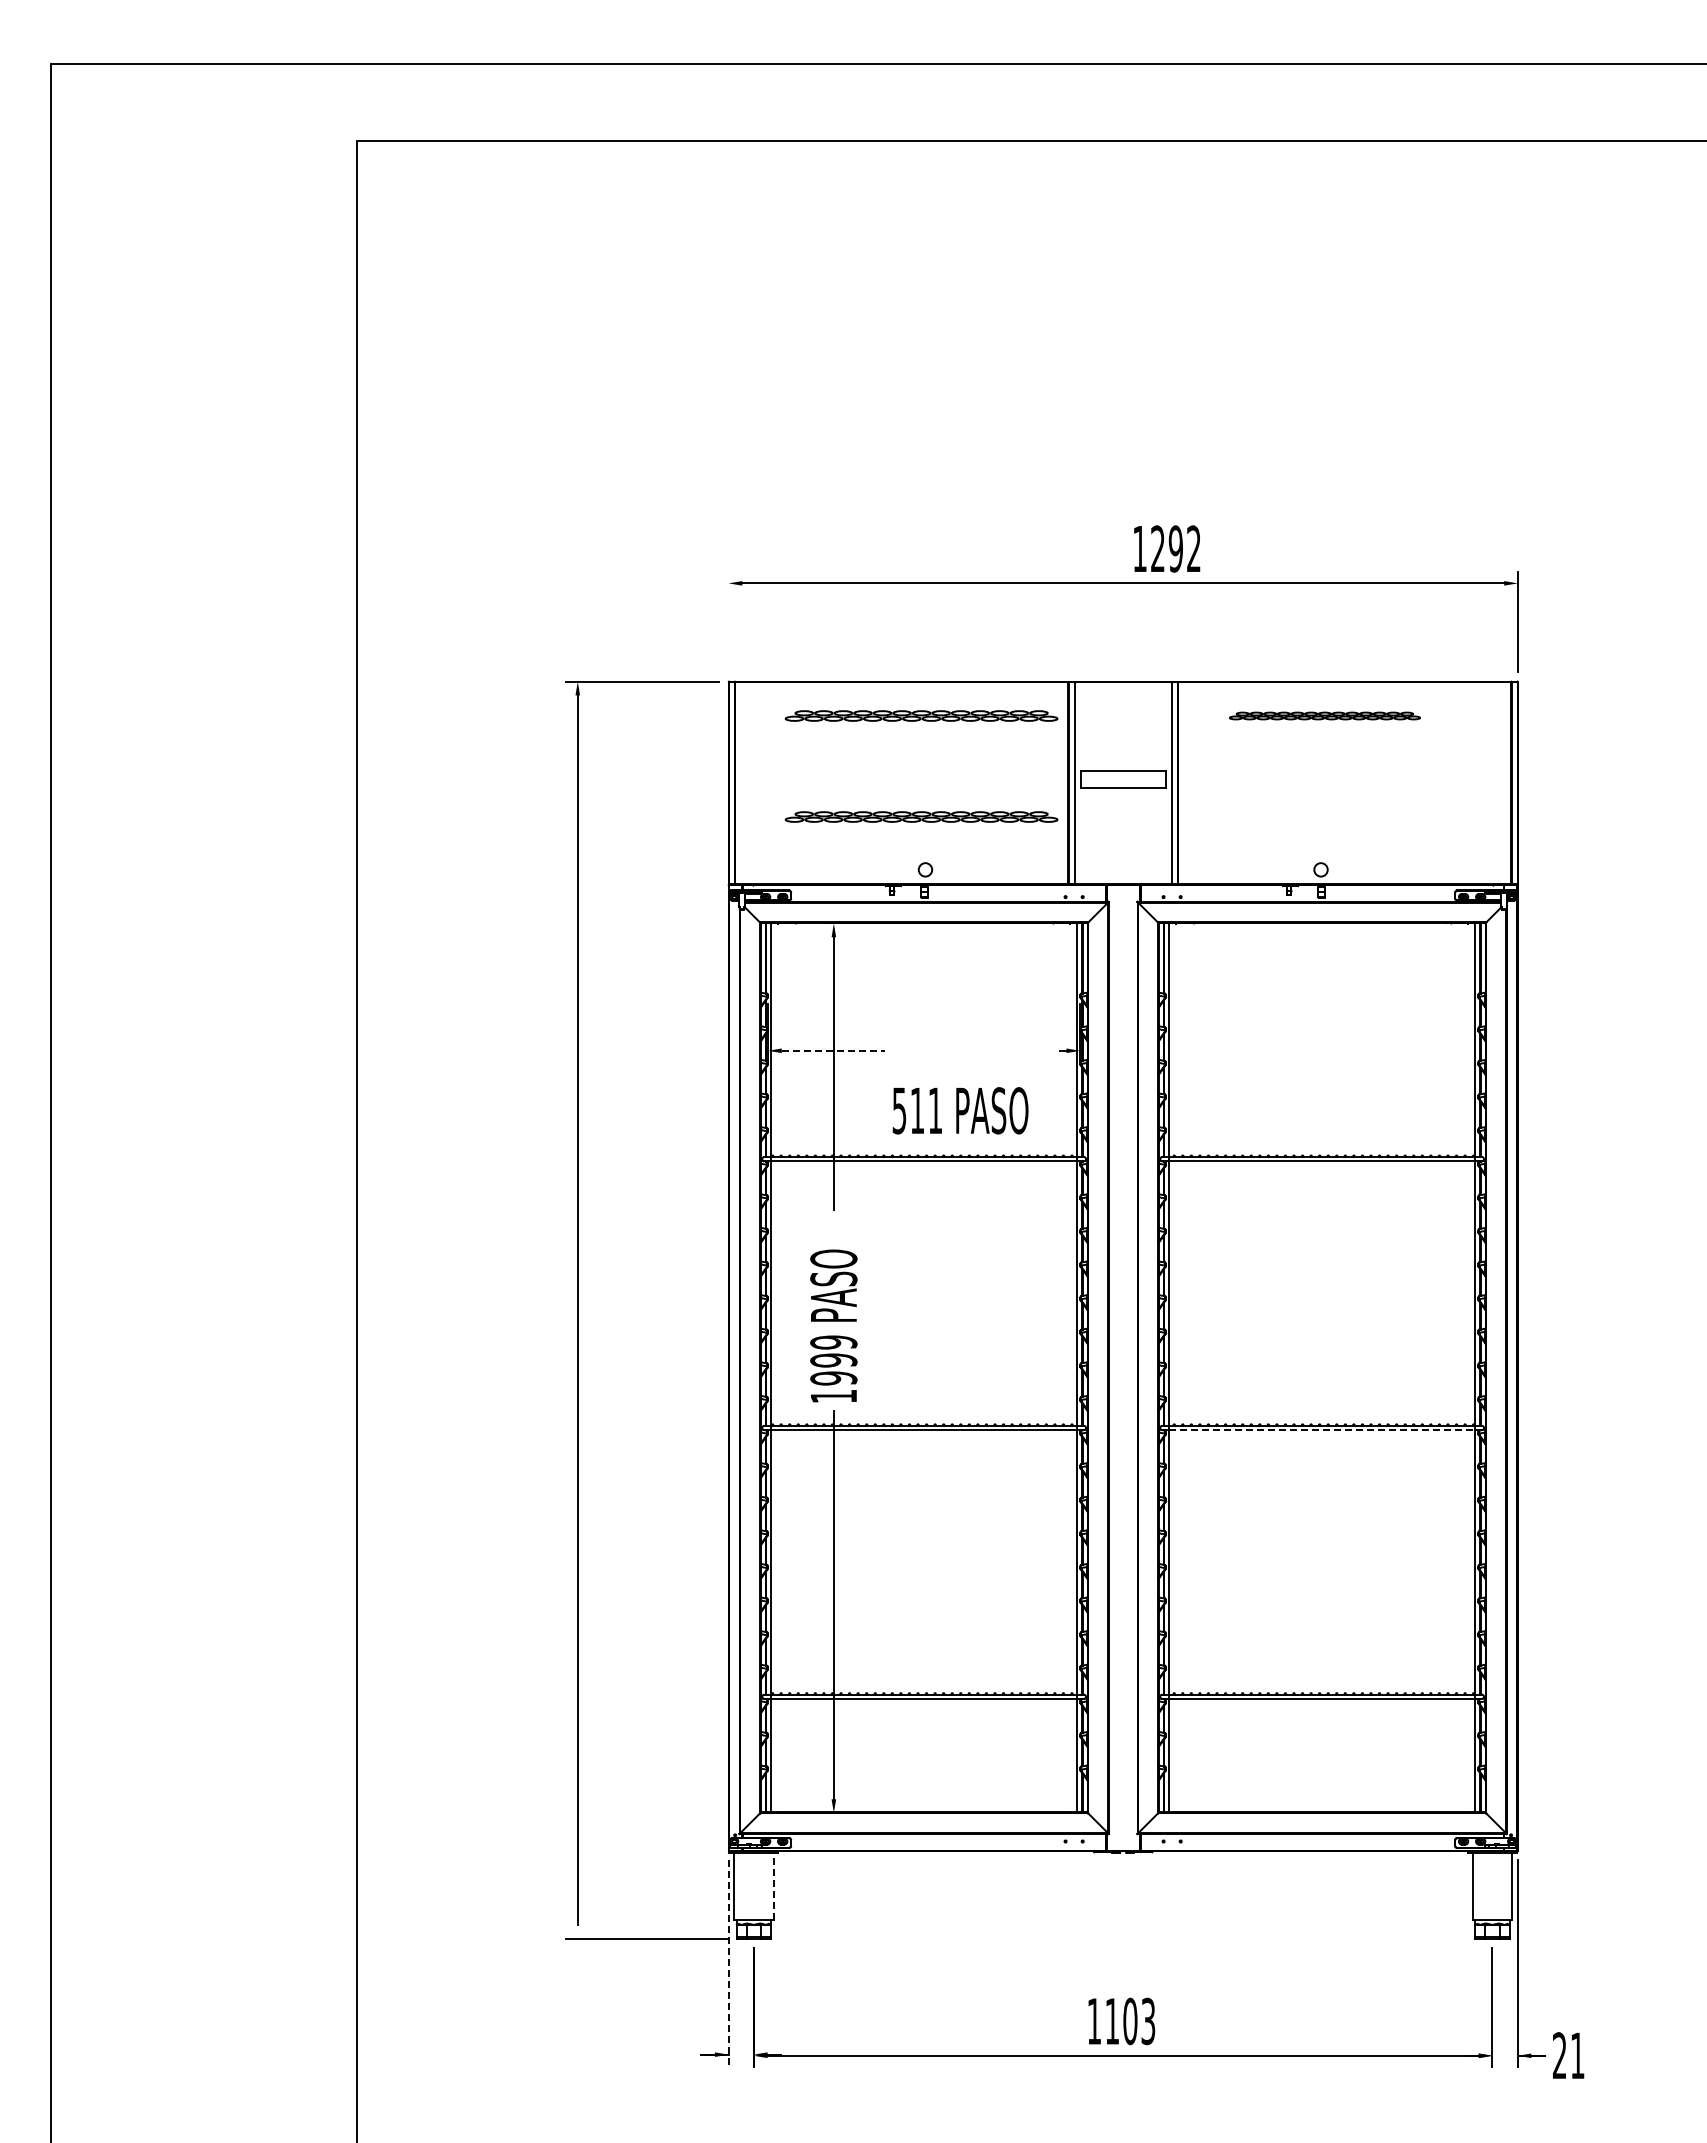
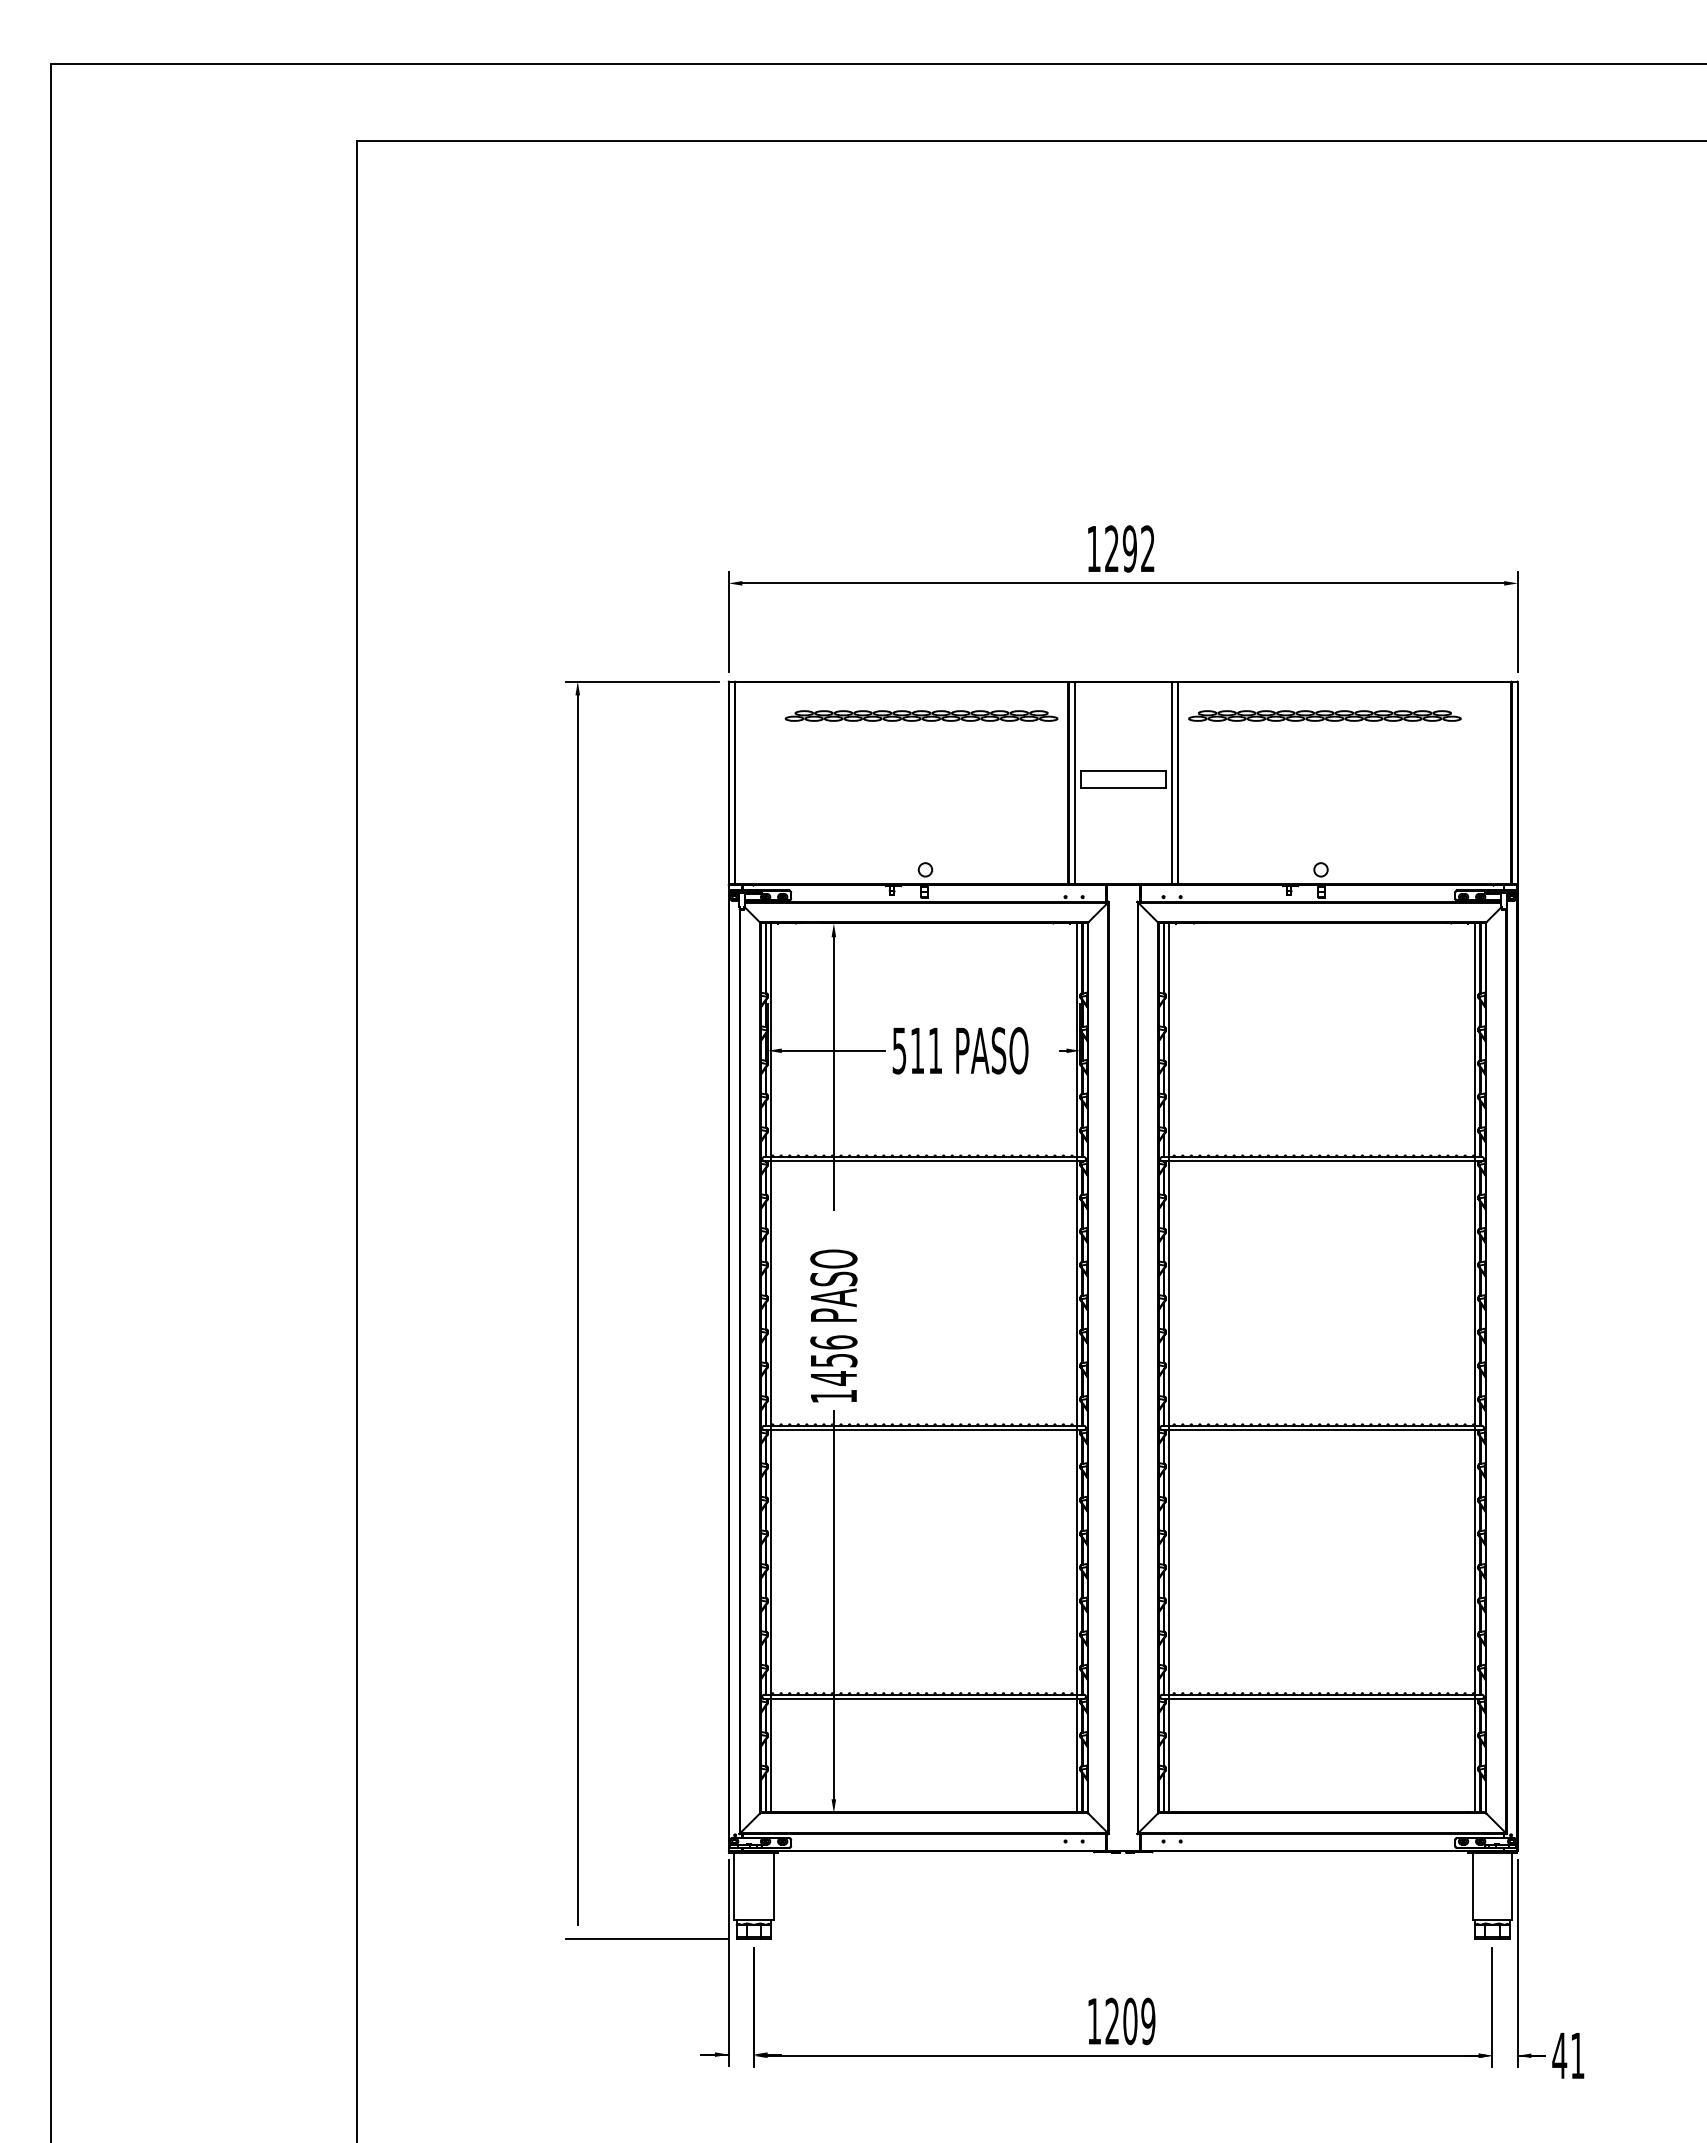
text at (1167, 548) position: (1167, 548) -> (1121, 548)
line at (728, 621): none -> present
part at (1324, 715) size: 192x10 px -> 274x12 px
part at (921, 816): present -> none
line at (833, 1050): dashed -> solid
text at (960, 1110) position: (960, 1110) -> (960, 1050)
text at (833, 1360): 1999 -> 1456
line at (1322, 1430): dashed -> solid
line at (773, 1886): dashed -> solid
line at (728, 1963): dashed -> solid
text at (1130, 2020): 1103 -> 1209
text at (1559, 2055): 21 -> 41
